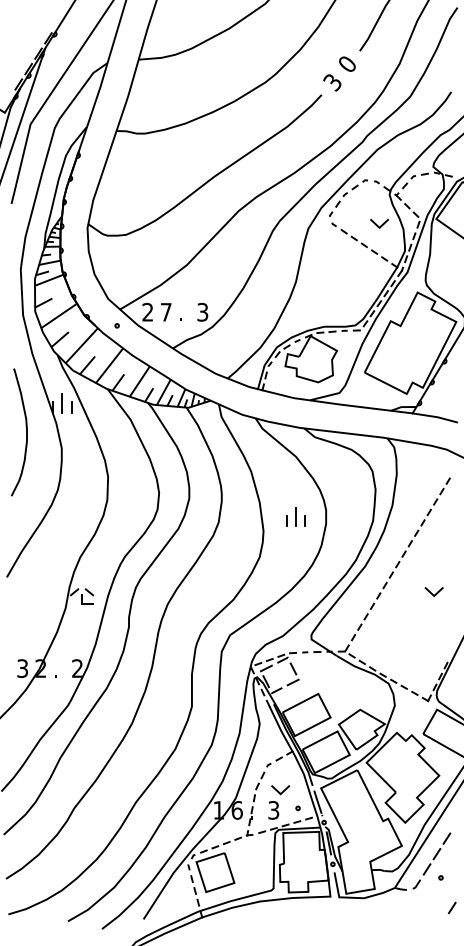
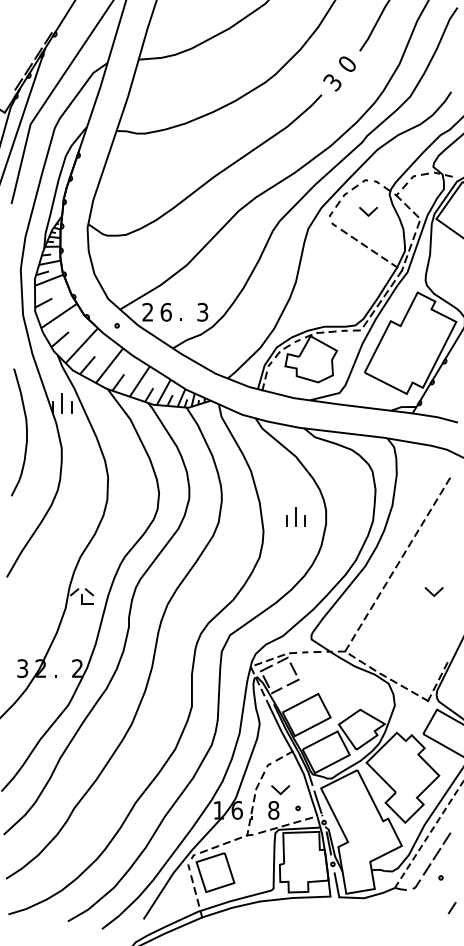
line at (377, 224) position: (377, 224) -> (366, 212)
text at (165, 311): 7 -> 6
text at (273, 810): 3 -> 8
line at (429, 834): solid -> dashed
